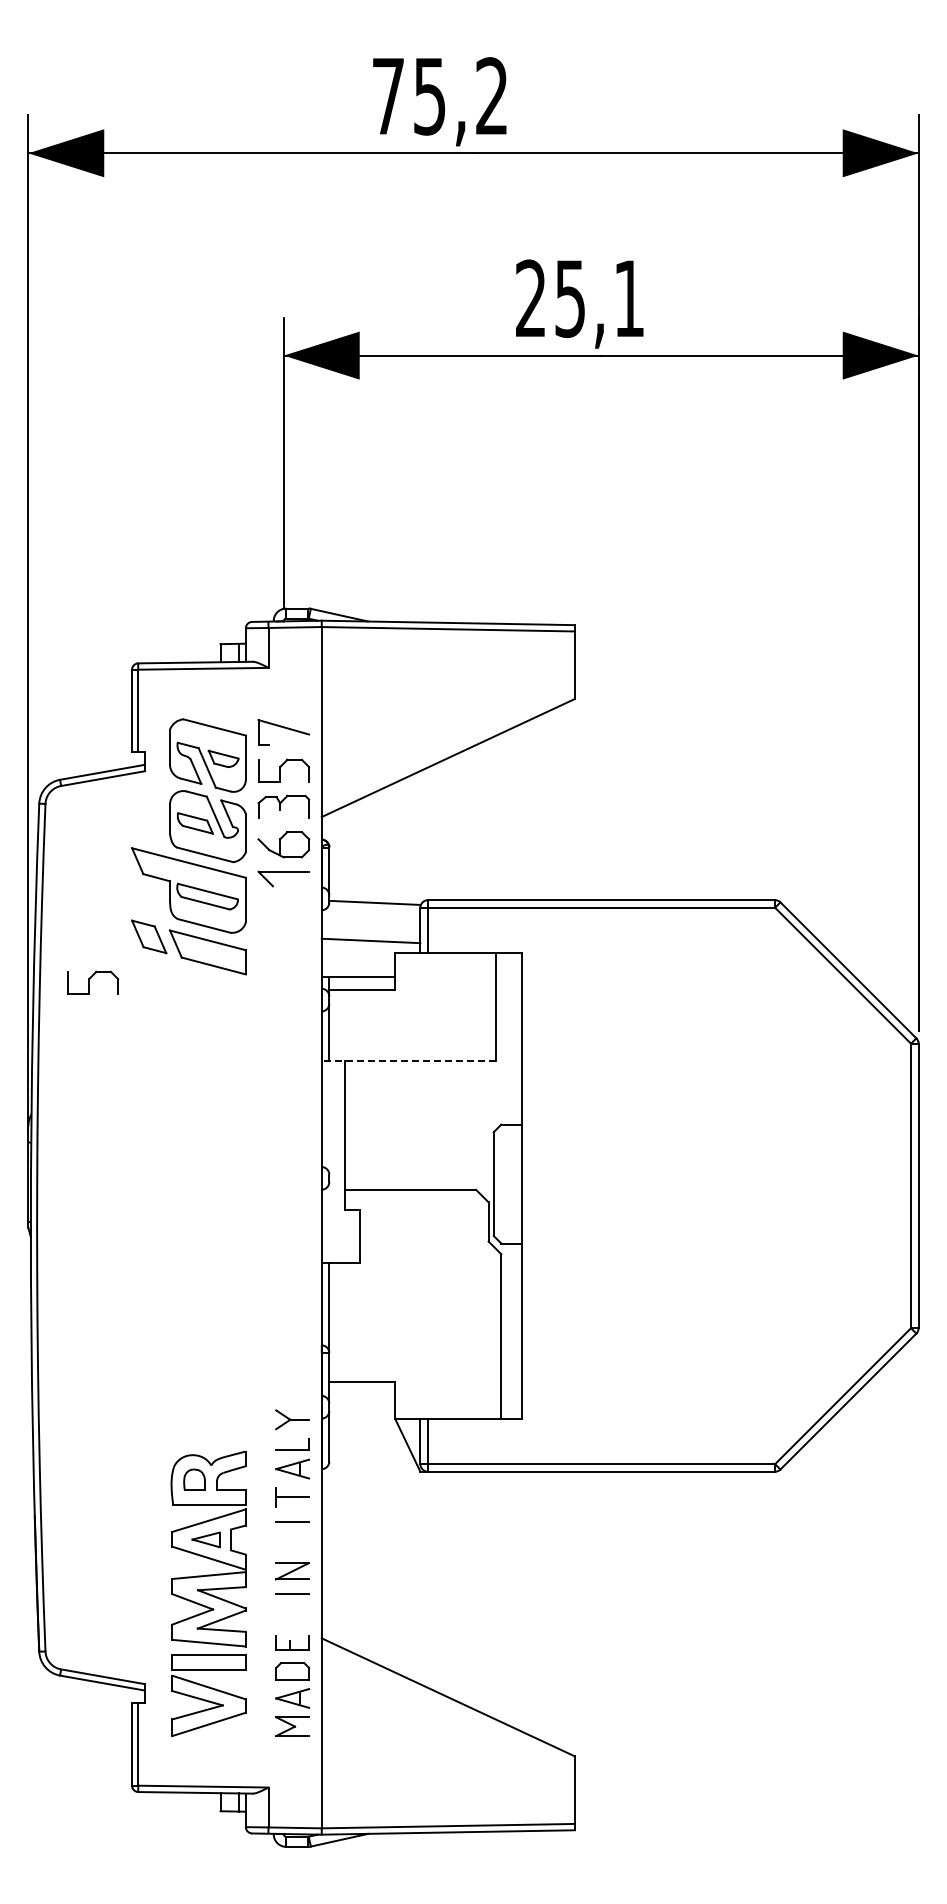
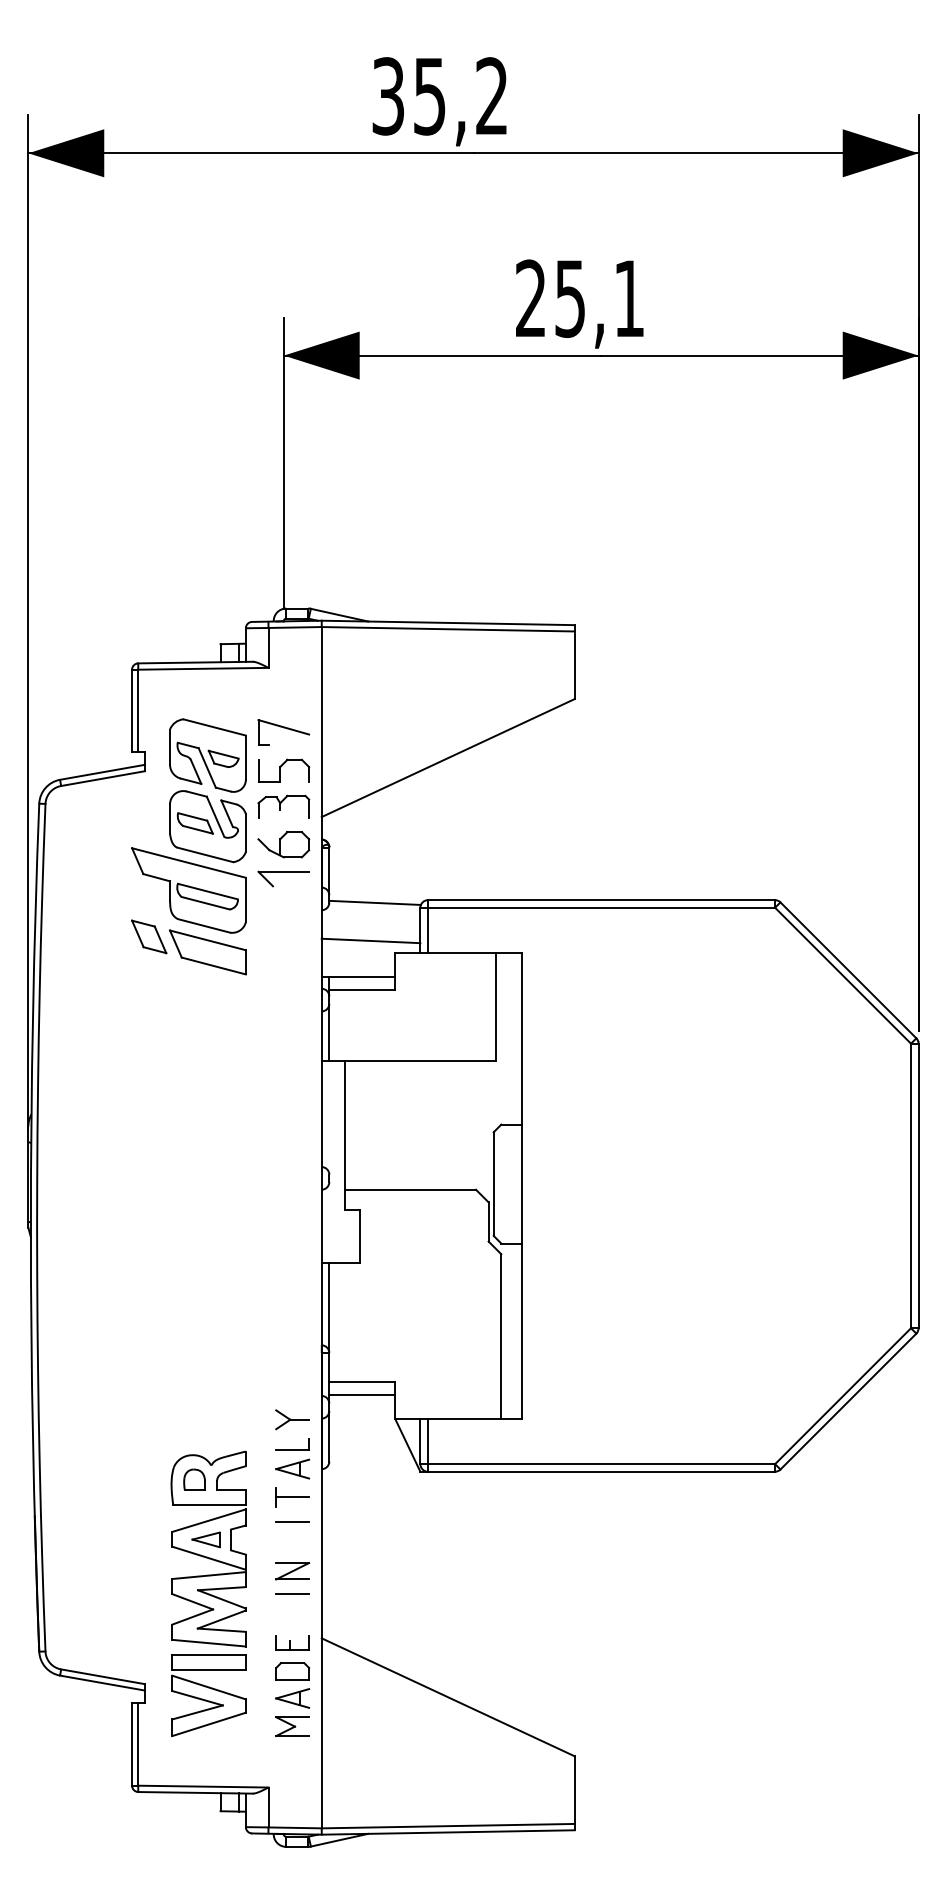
text at (388, 96): 75,2 -> 35,2
part at (93, 982): present -> none
line at (408, 1060): dashed -> solid
line at (362, 1394): none -> present
